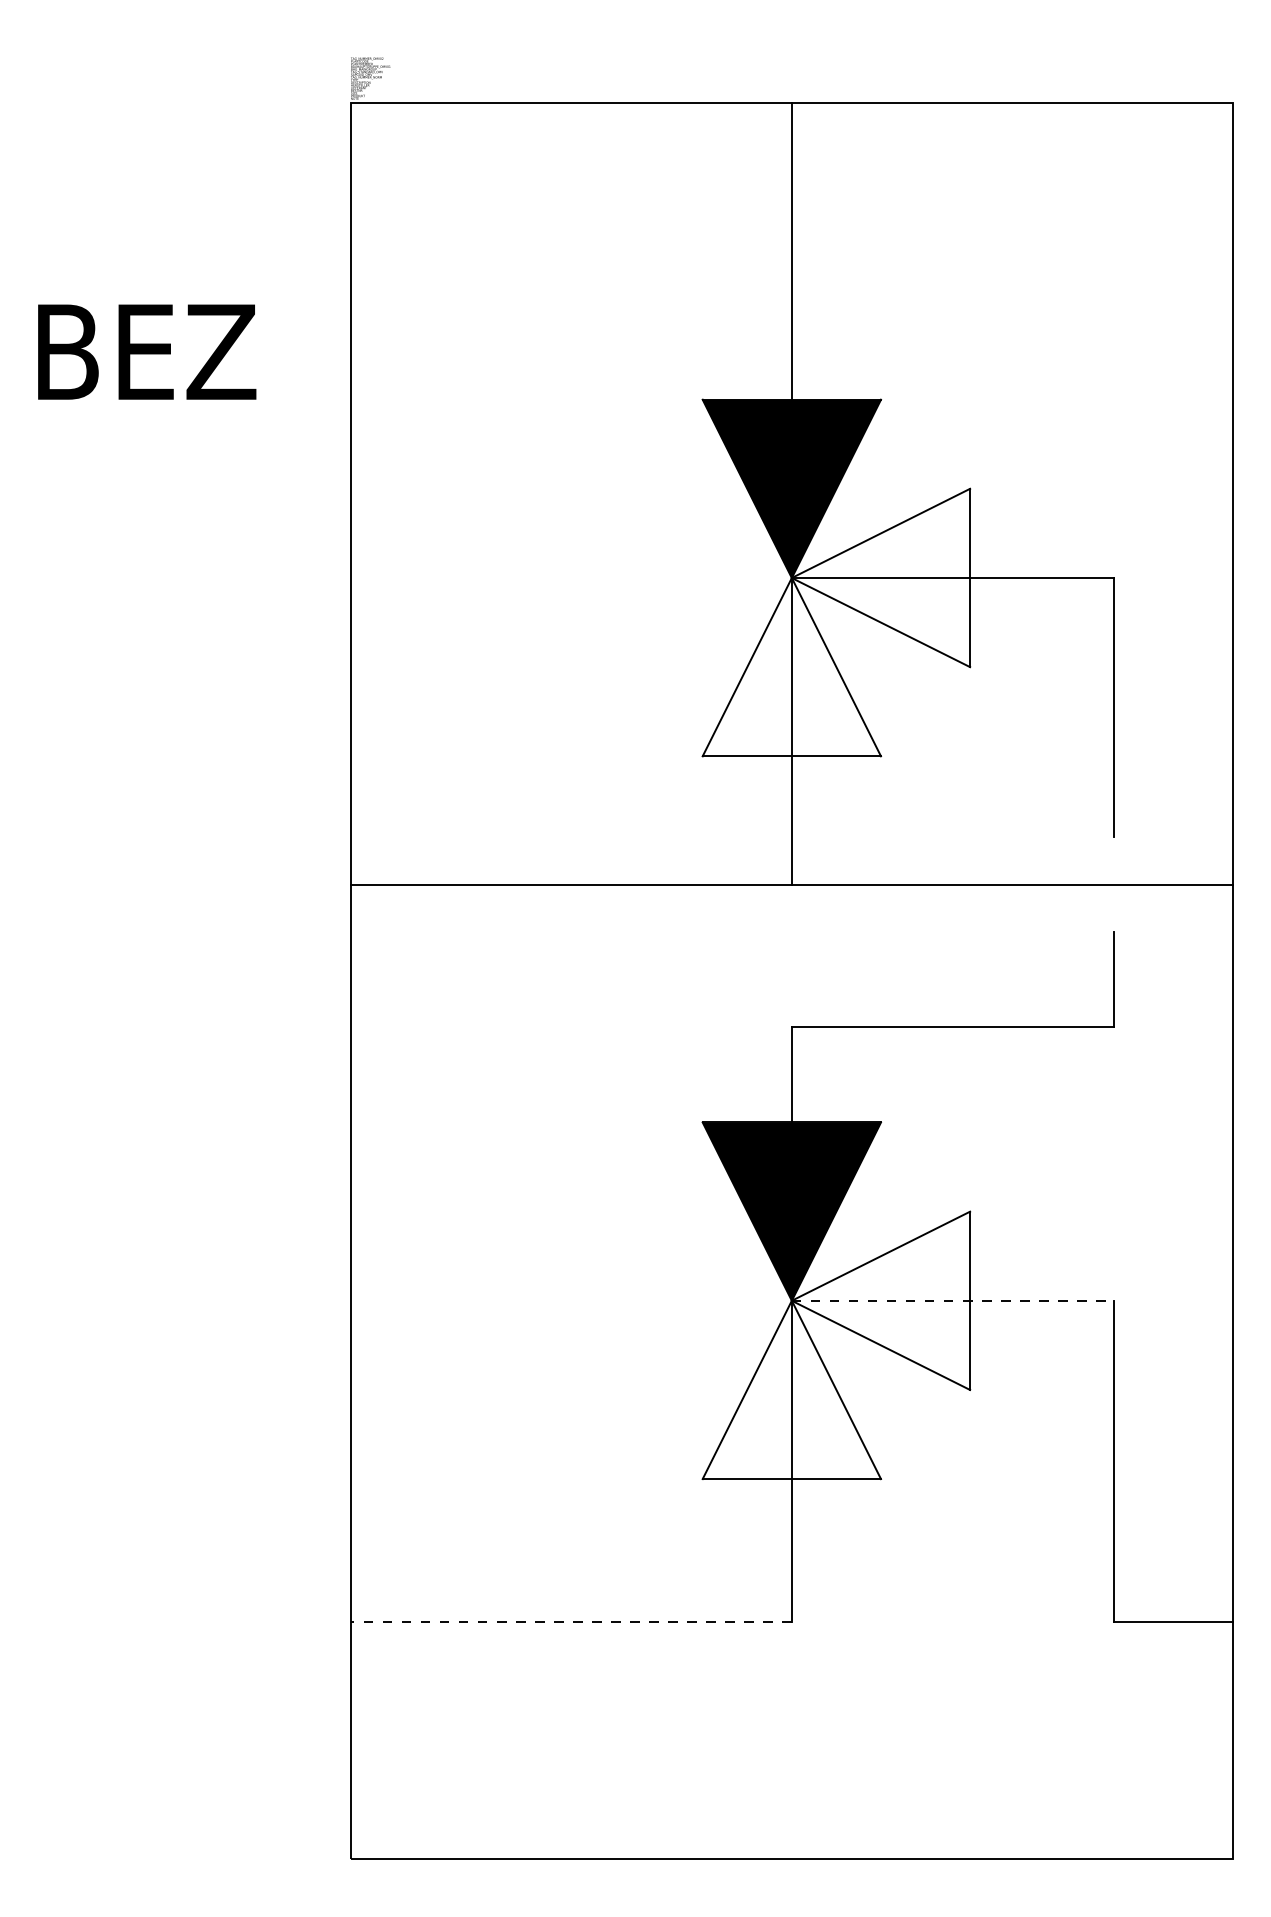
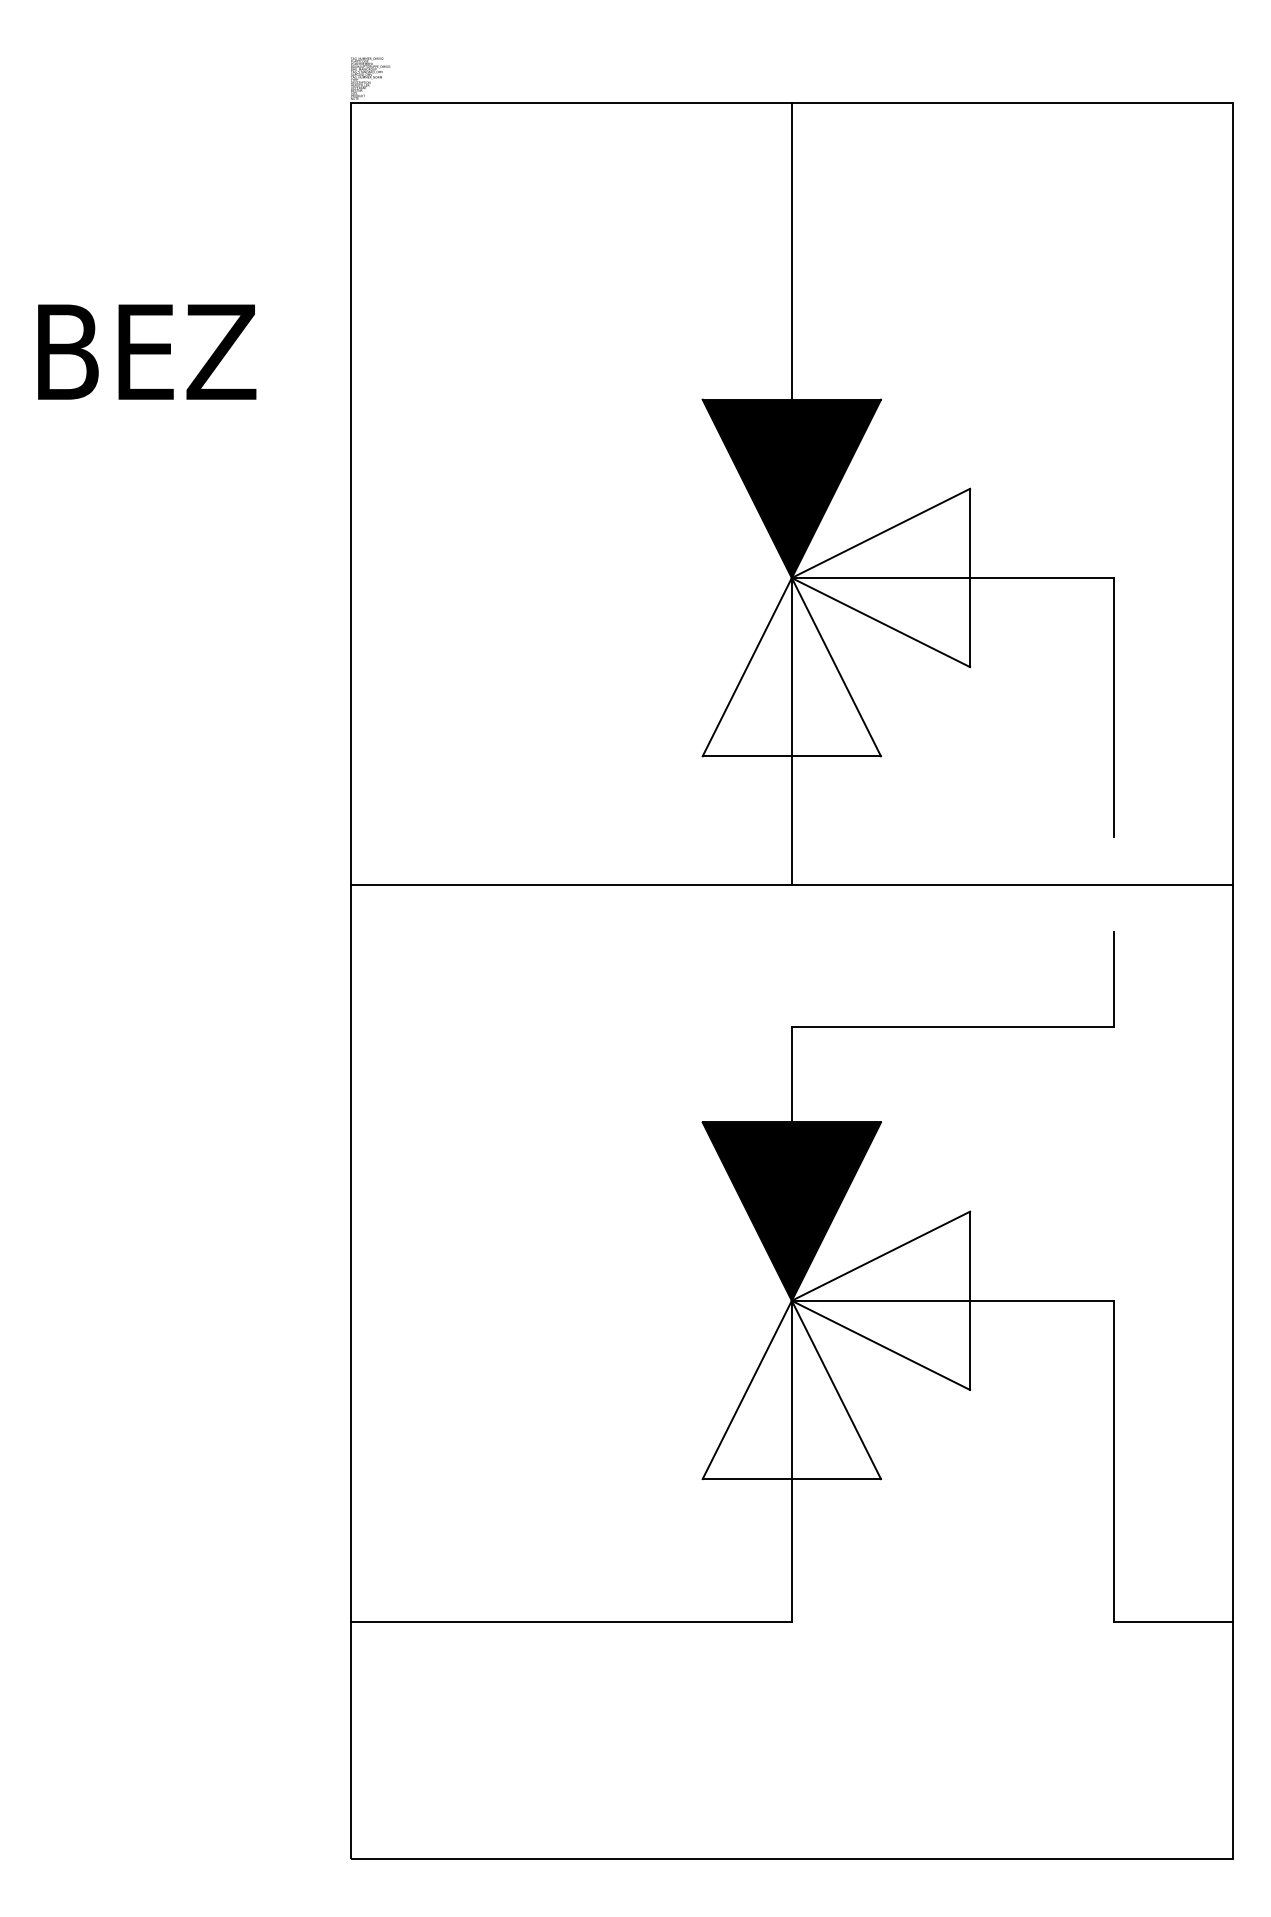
line at (953, 1300): dashed -> solid
line at (570, 1621): dashed -> solid
